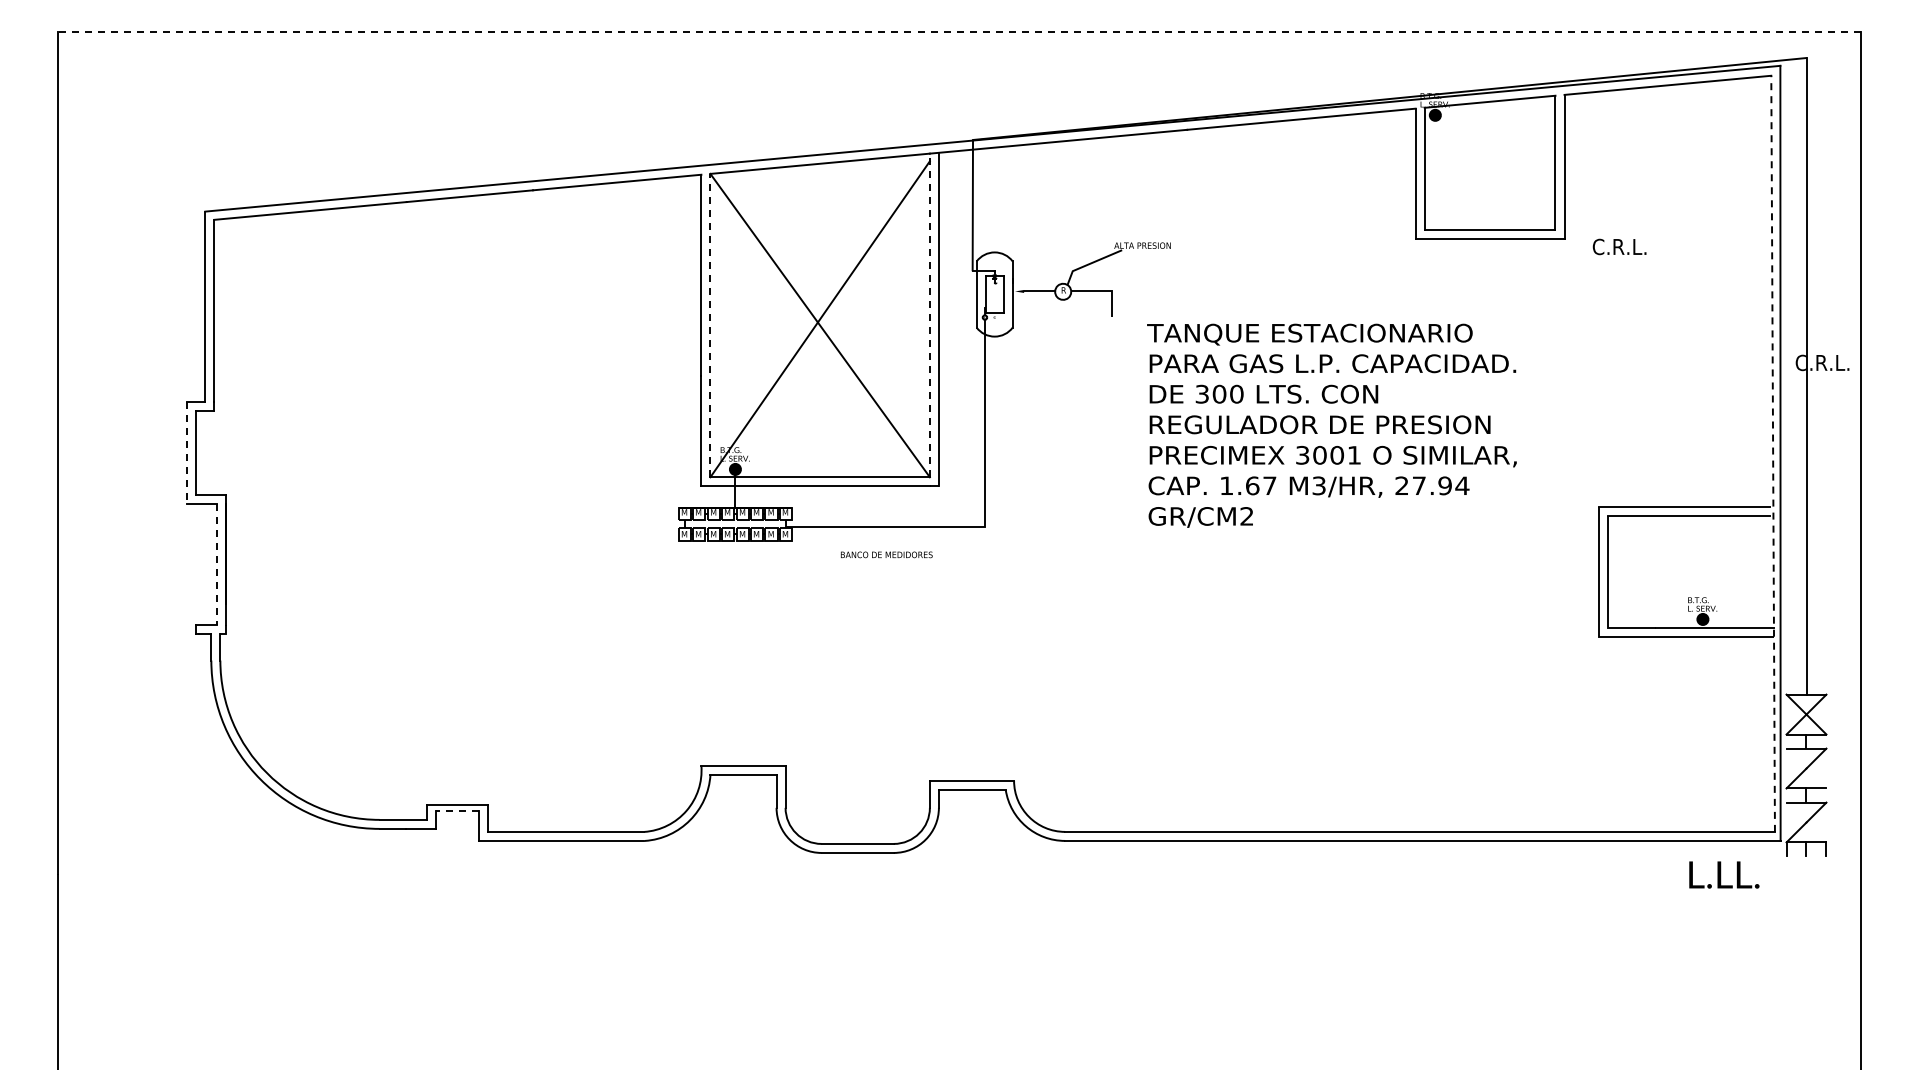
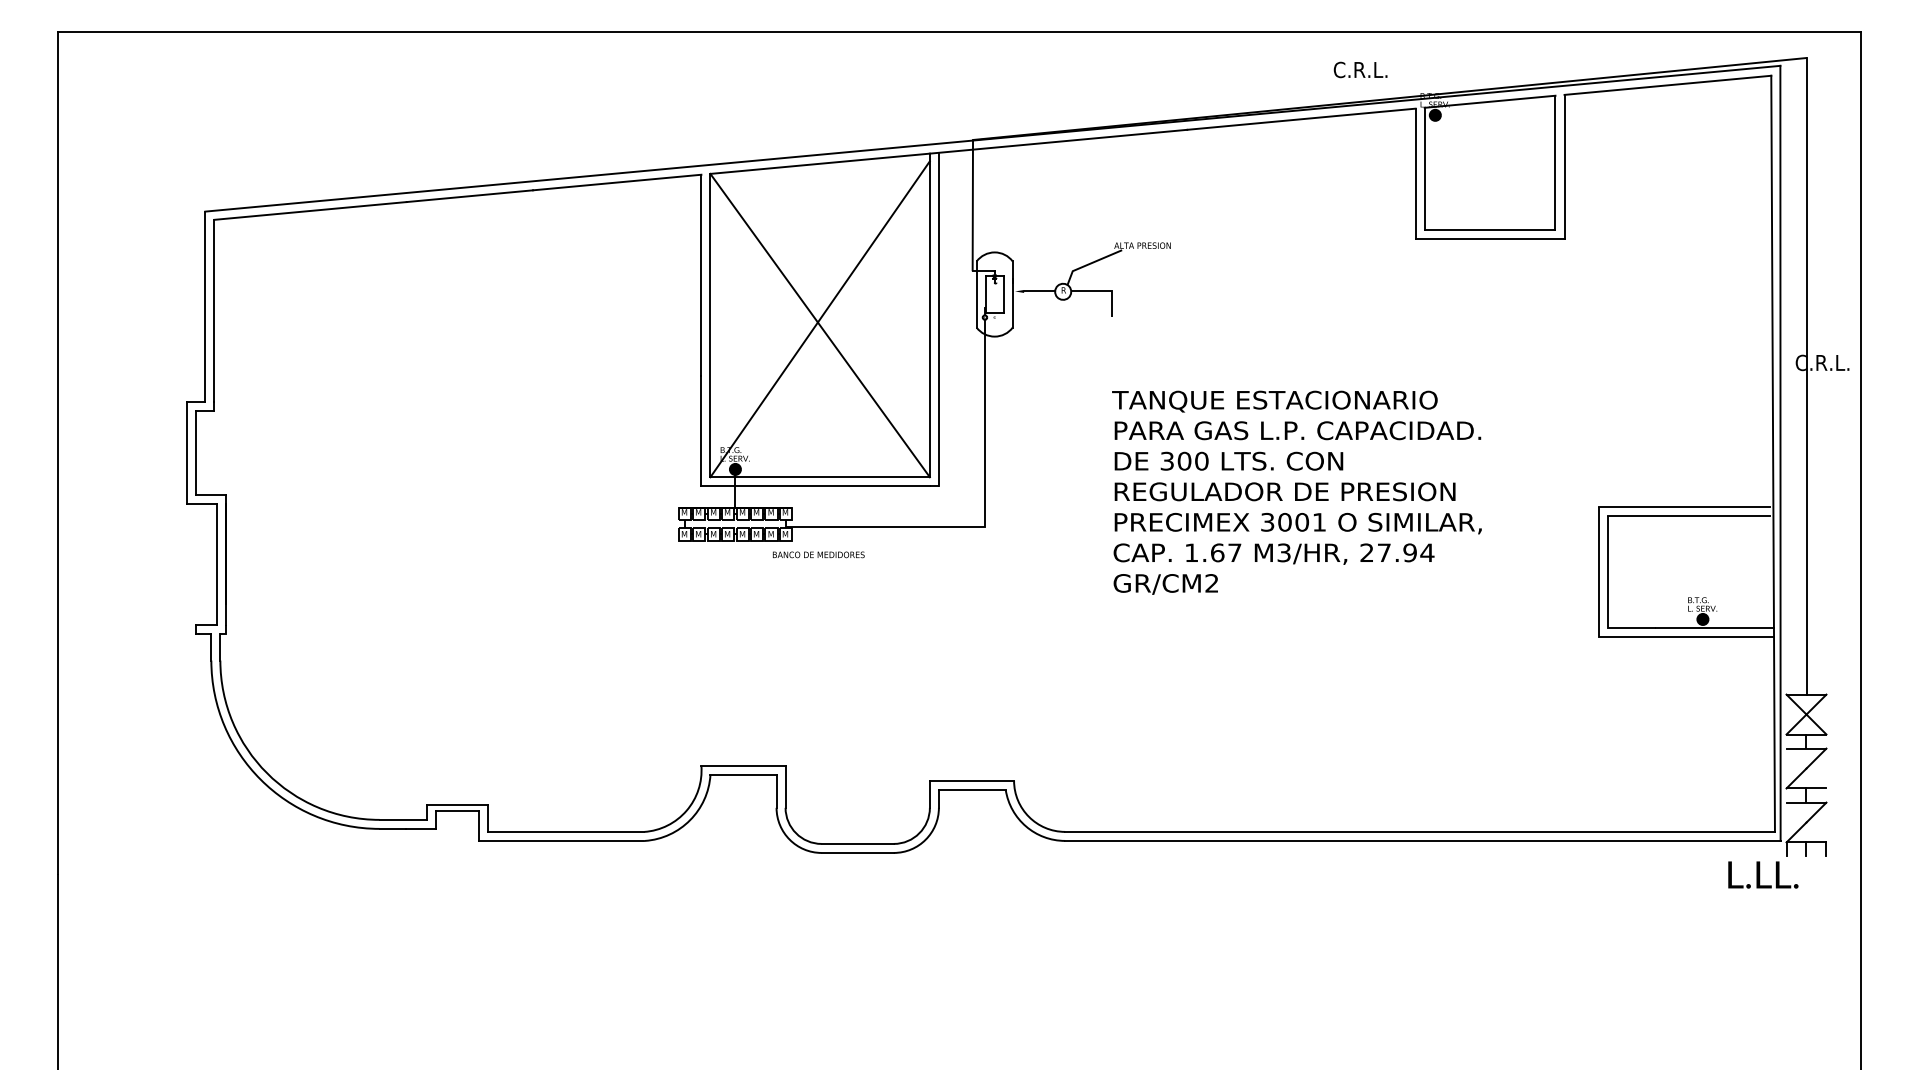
line at (959, 31): dashed -> solid
text at (1619, 246) position: (1619, 246) -> (1360, 69)
line at (929, 315): dashed -> solid
line at (710, 325): dashed -> solid
text at (1331, 425) position: (1331, 425) -> (1296, 492)
line at (187, 453): dashed -> solid
line at (1773, 453): dashed -> solid
text at (886, 554) position: (886, 554) -> (818, 554)
line at (217, 565): dashed -> solid
line at (456, 810): dashed -> solid
text at (1724, 874) position: (1724, 874) -> (1763, 874)
